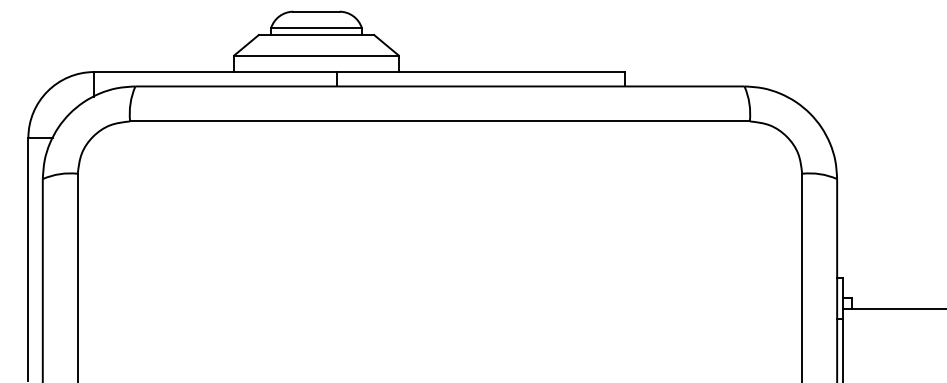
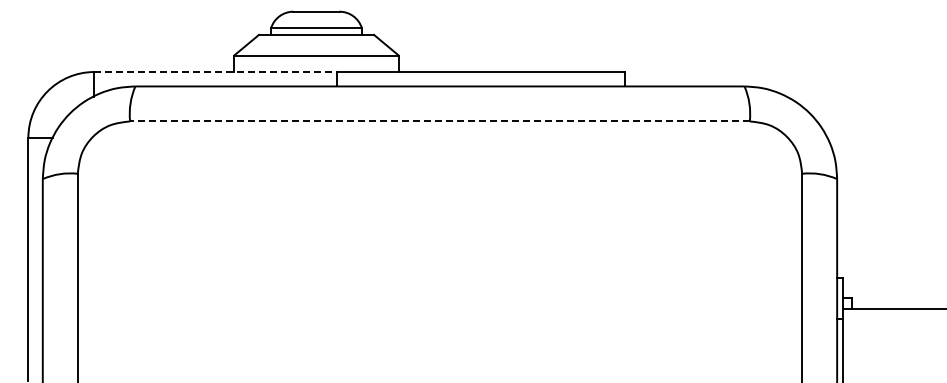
line at (216, 72): solid -> dashed
line at (439, 121): solid -> dashed
